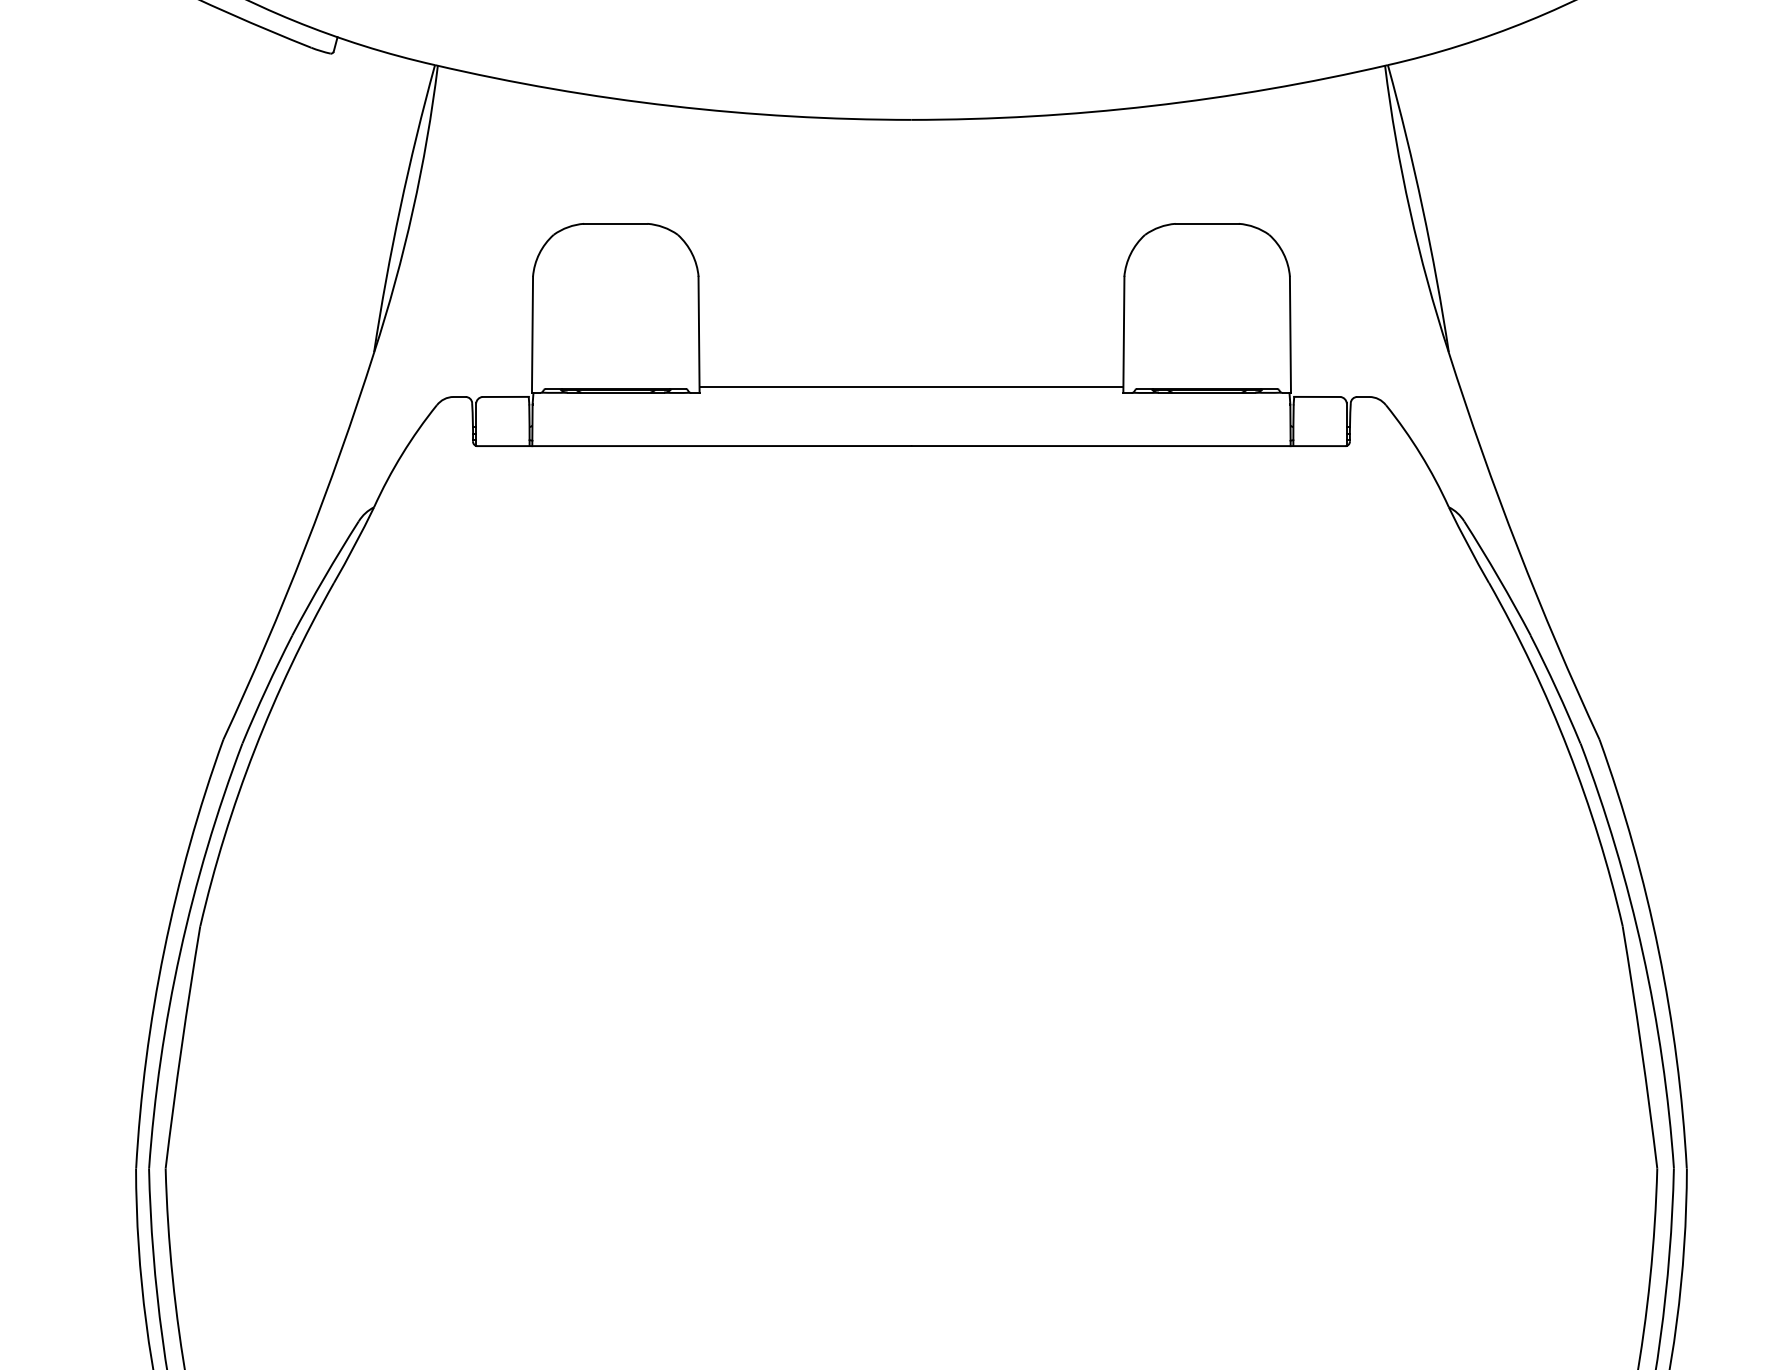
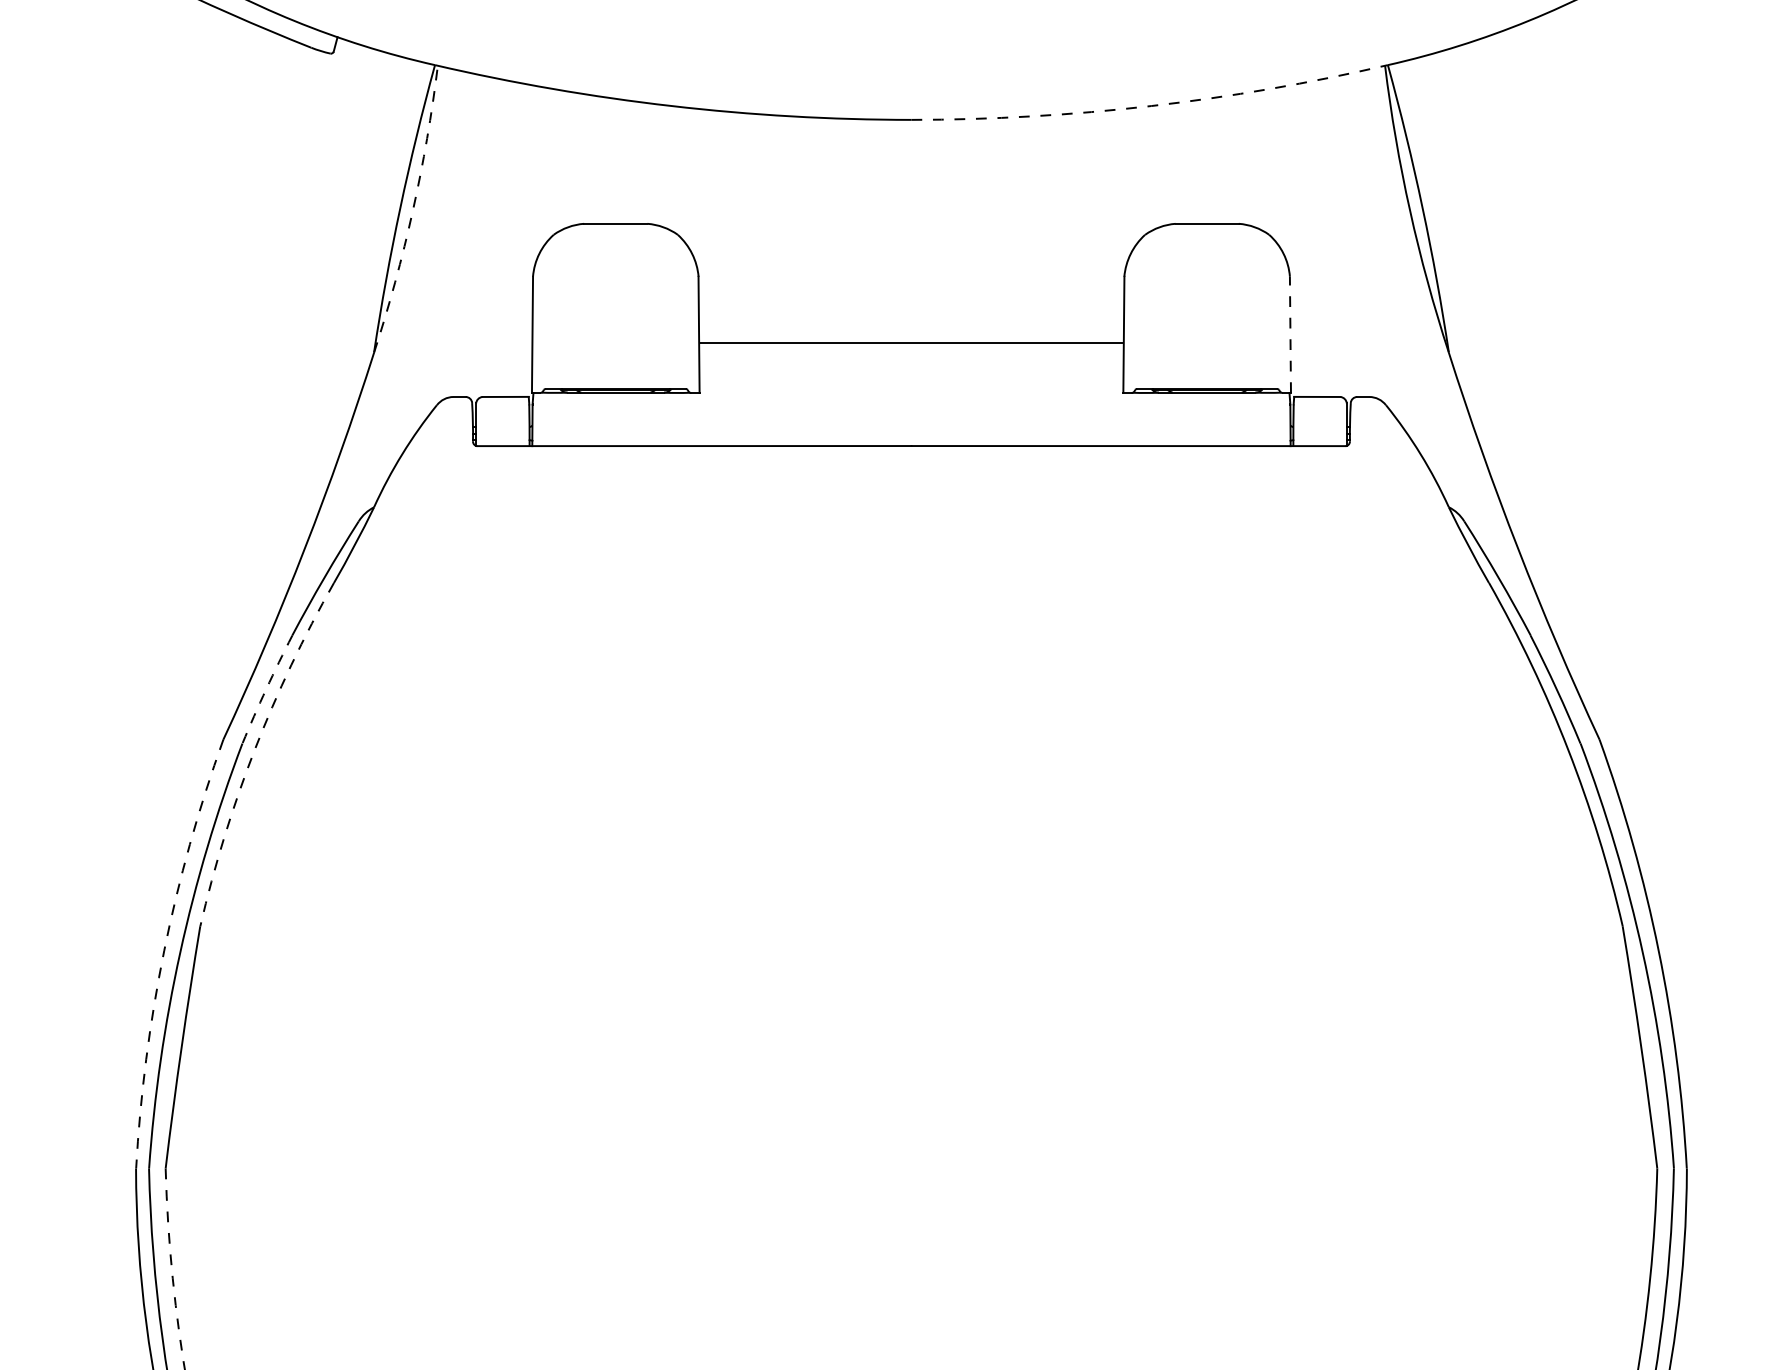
arc at (1151, 106): solid -> dashed
arc at (412, 210): solid -> dashed
line at (1290, 334): solid -> dashed
line at (911, 387) position: (911, 387) -> (911, 343)
arc at (266, 689): solid -> dashed
arc at (254, 749): solid -> dashed
arc at (164, 950): solid -> dashed
arc at (172, 1270): solid -> dashed
